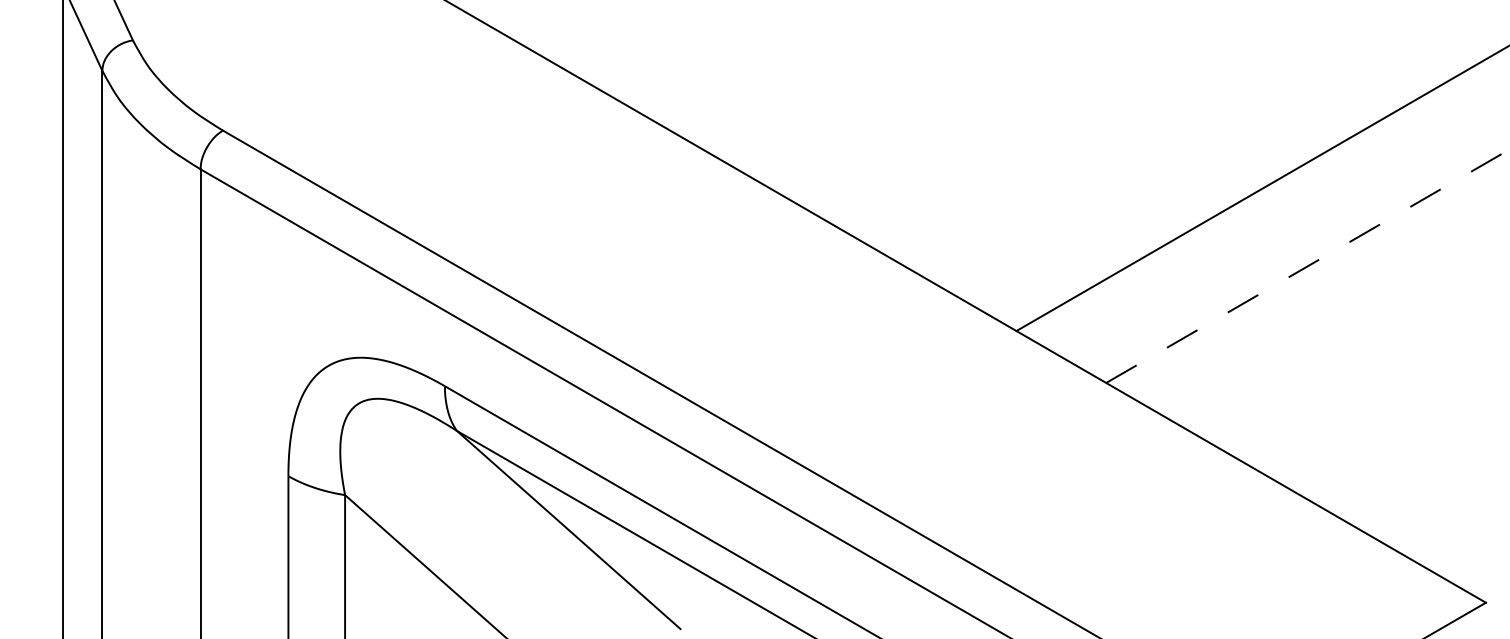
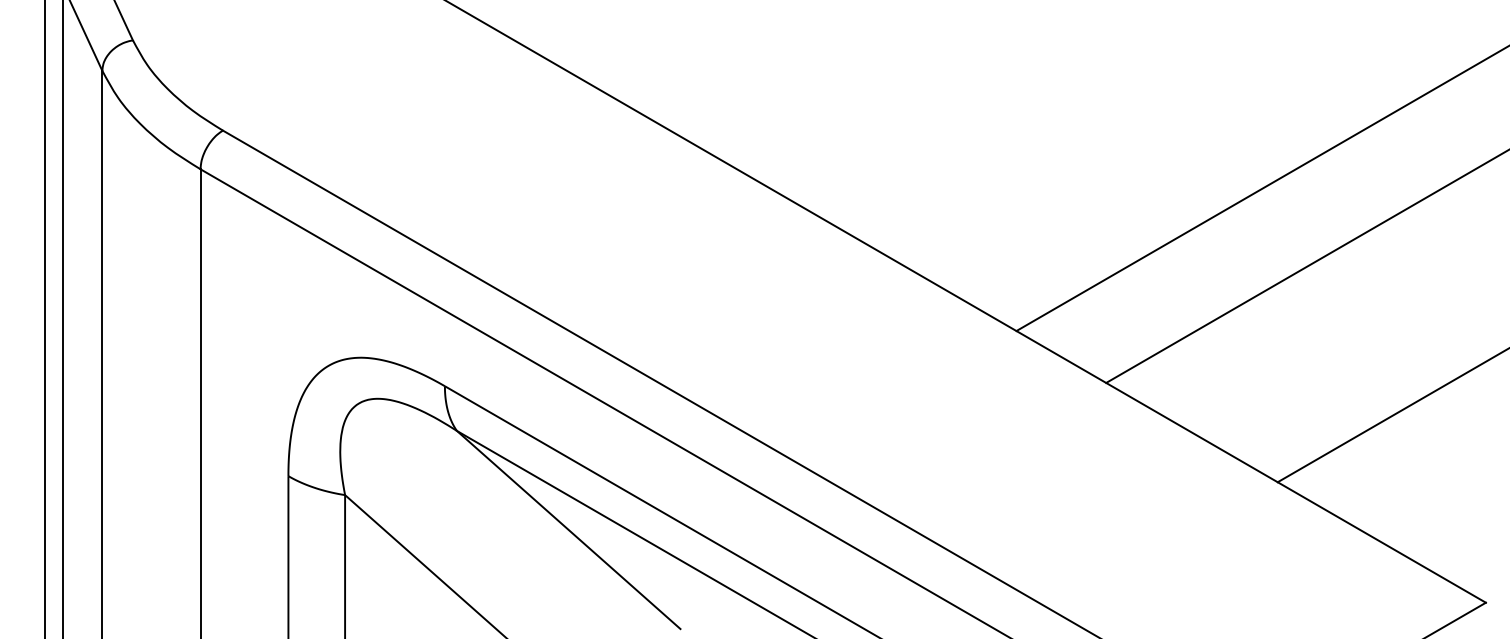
line at (1307, 266): dashed -> solid
line at (45, 318): none -> present
line at (1391, 415): none -> present
